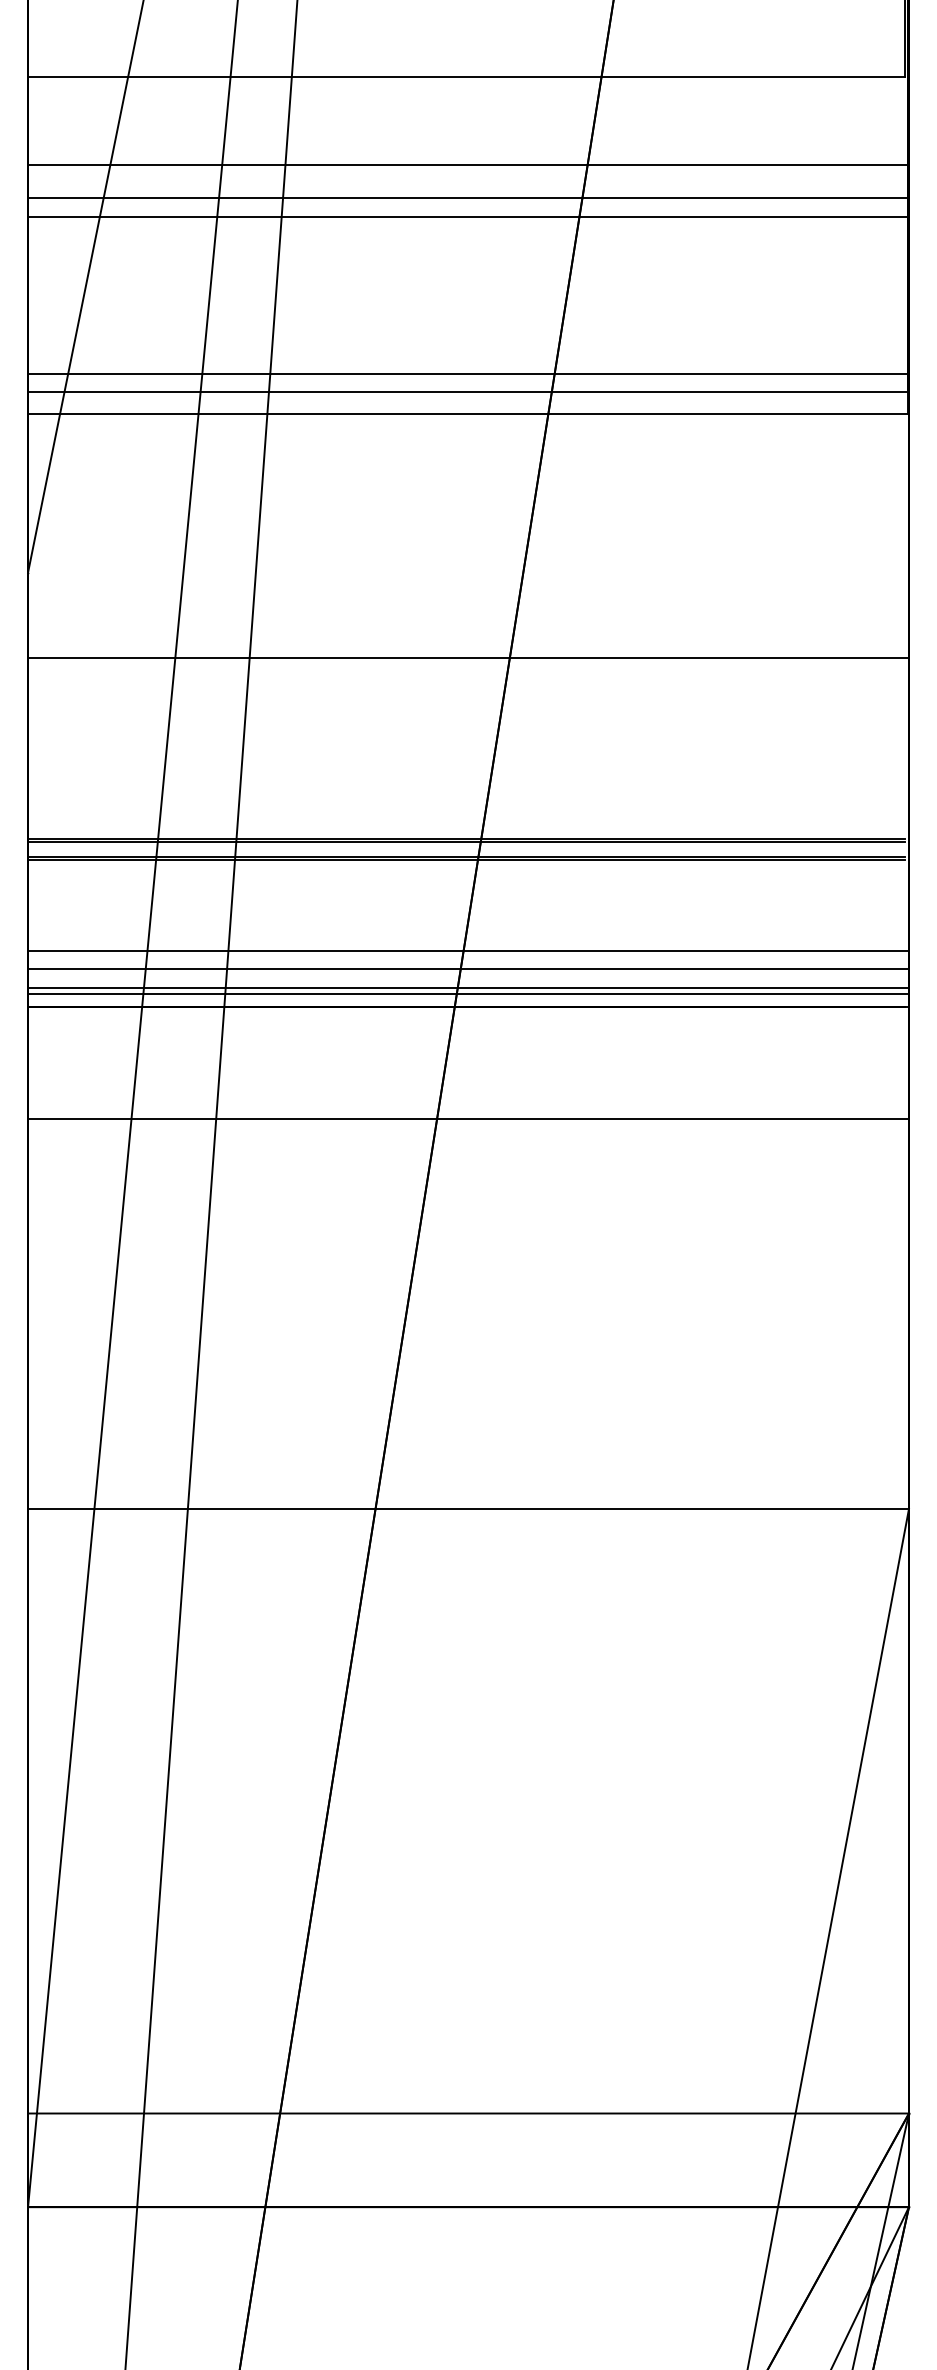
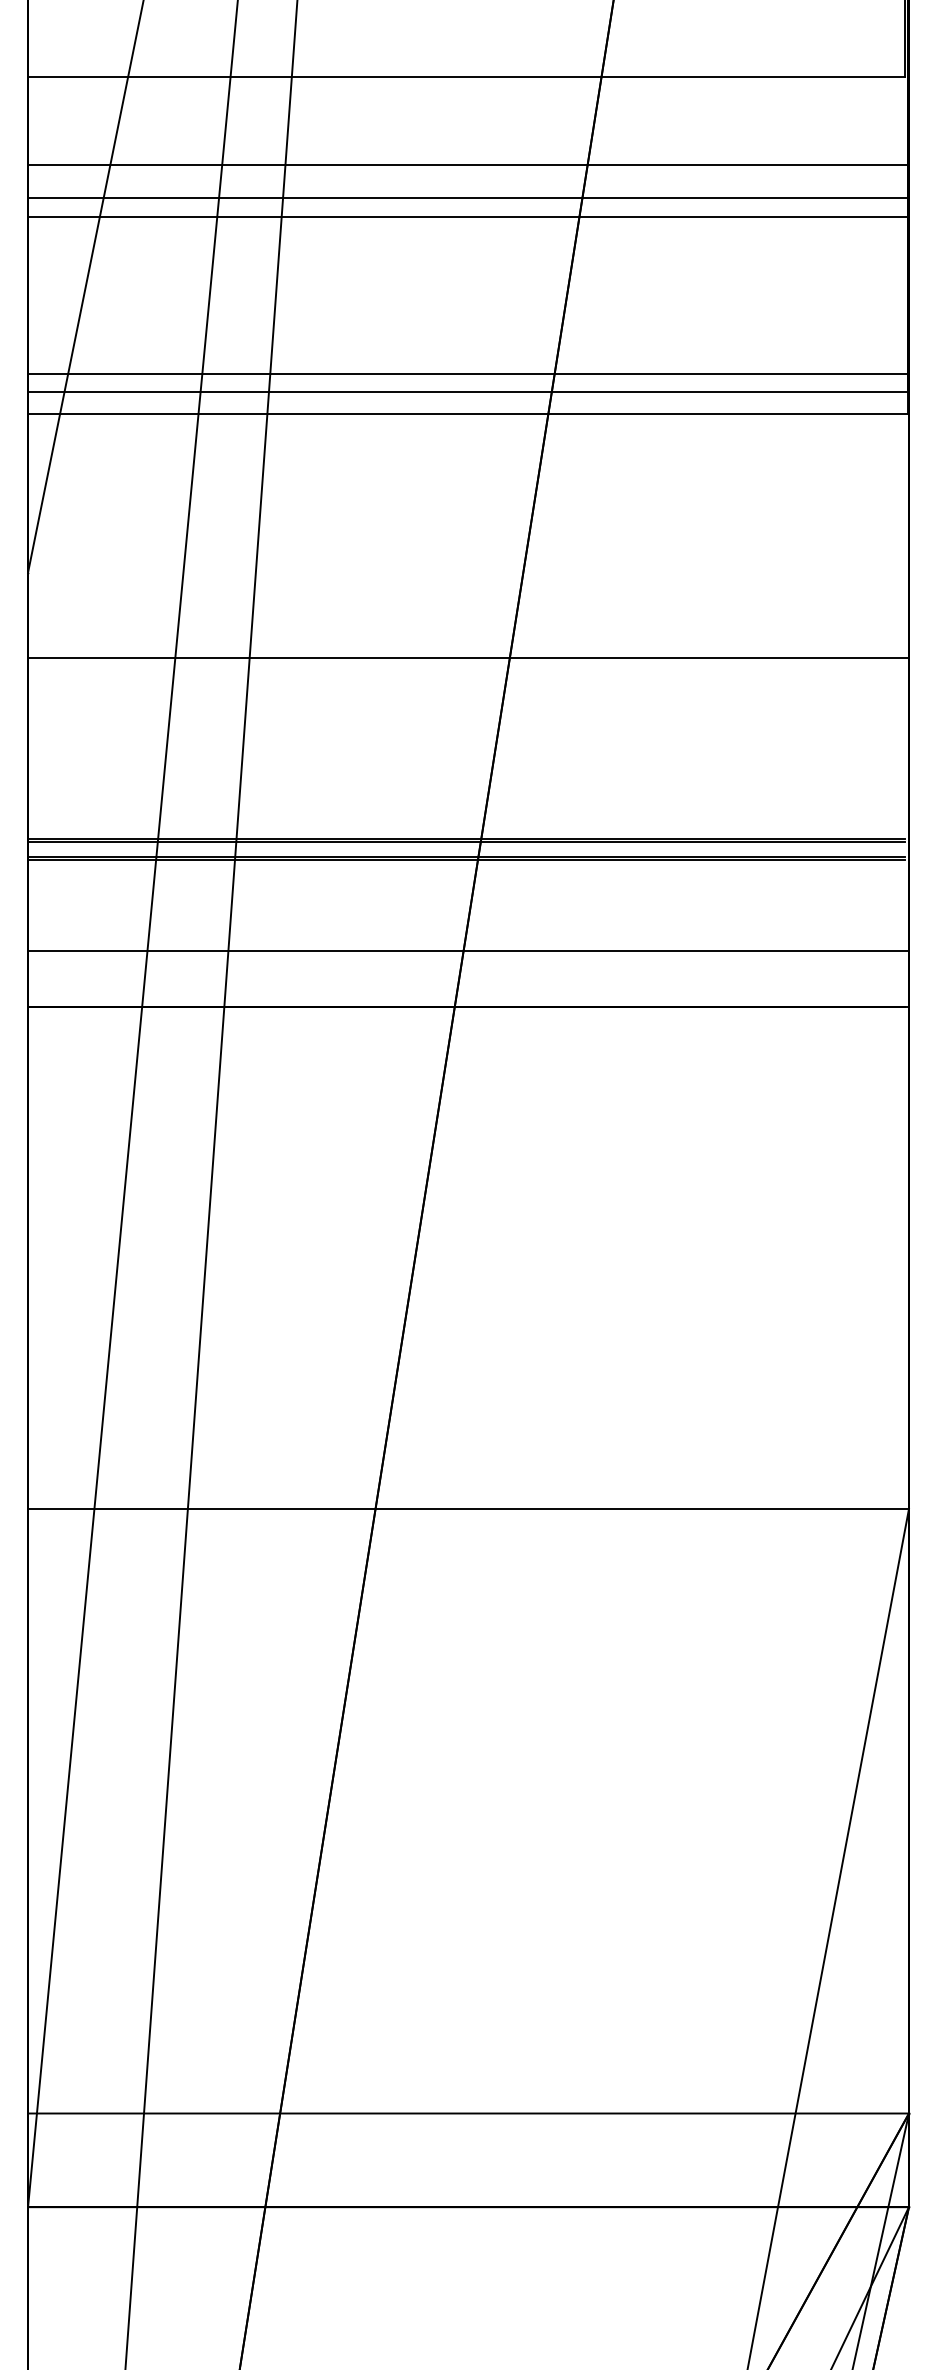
line at (467, 969): present -> none
line at (467, 987): present -> none
line at (467, 993): present -> none
line at (467, 1118): present -> none
